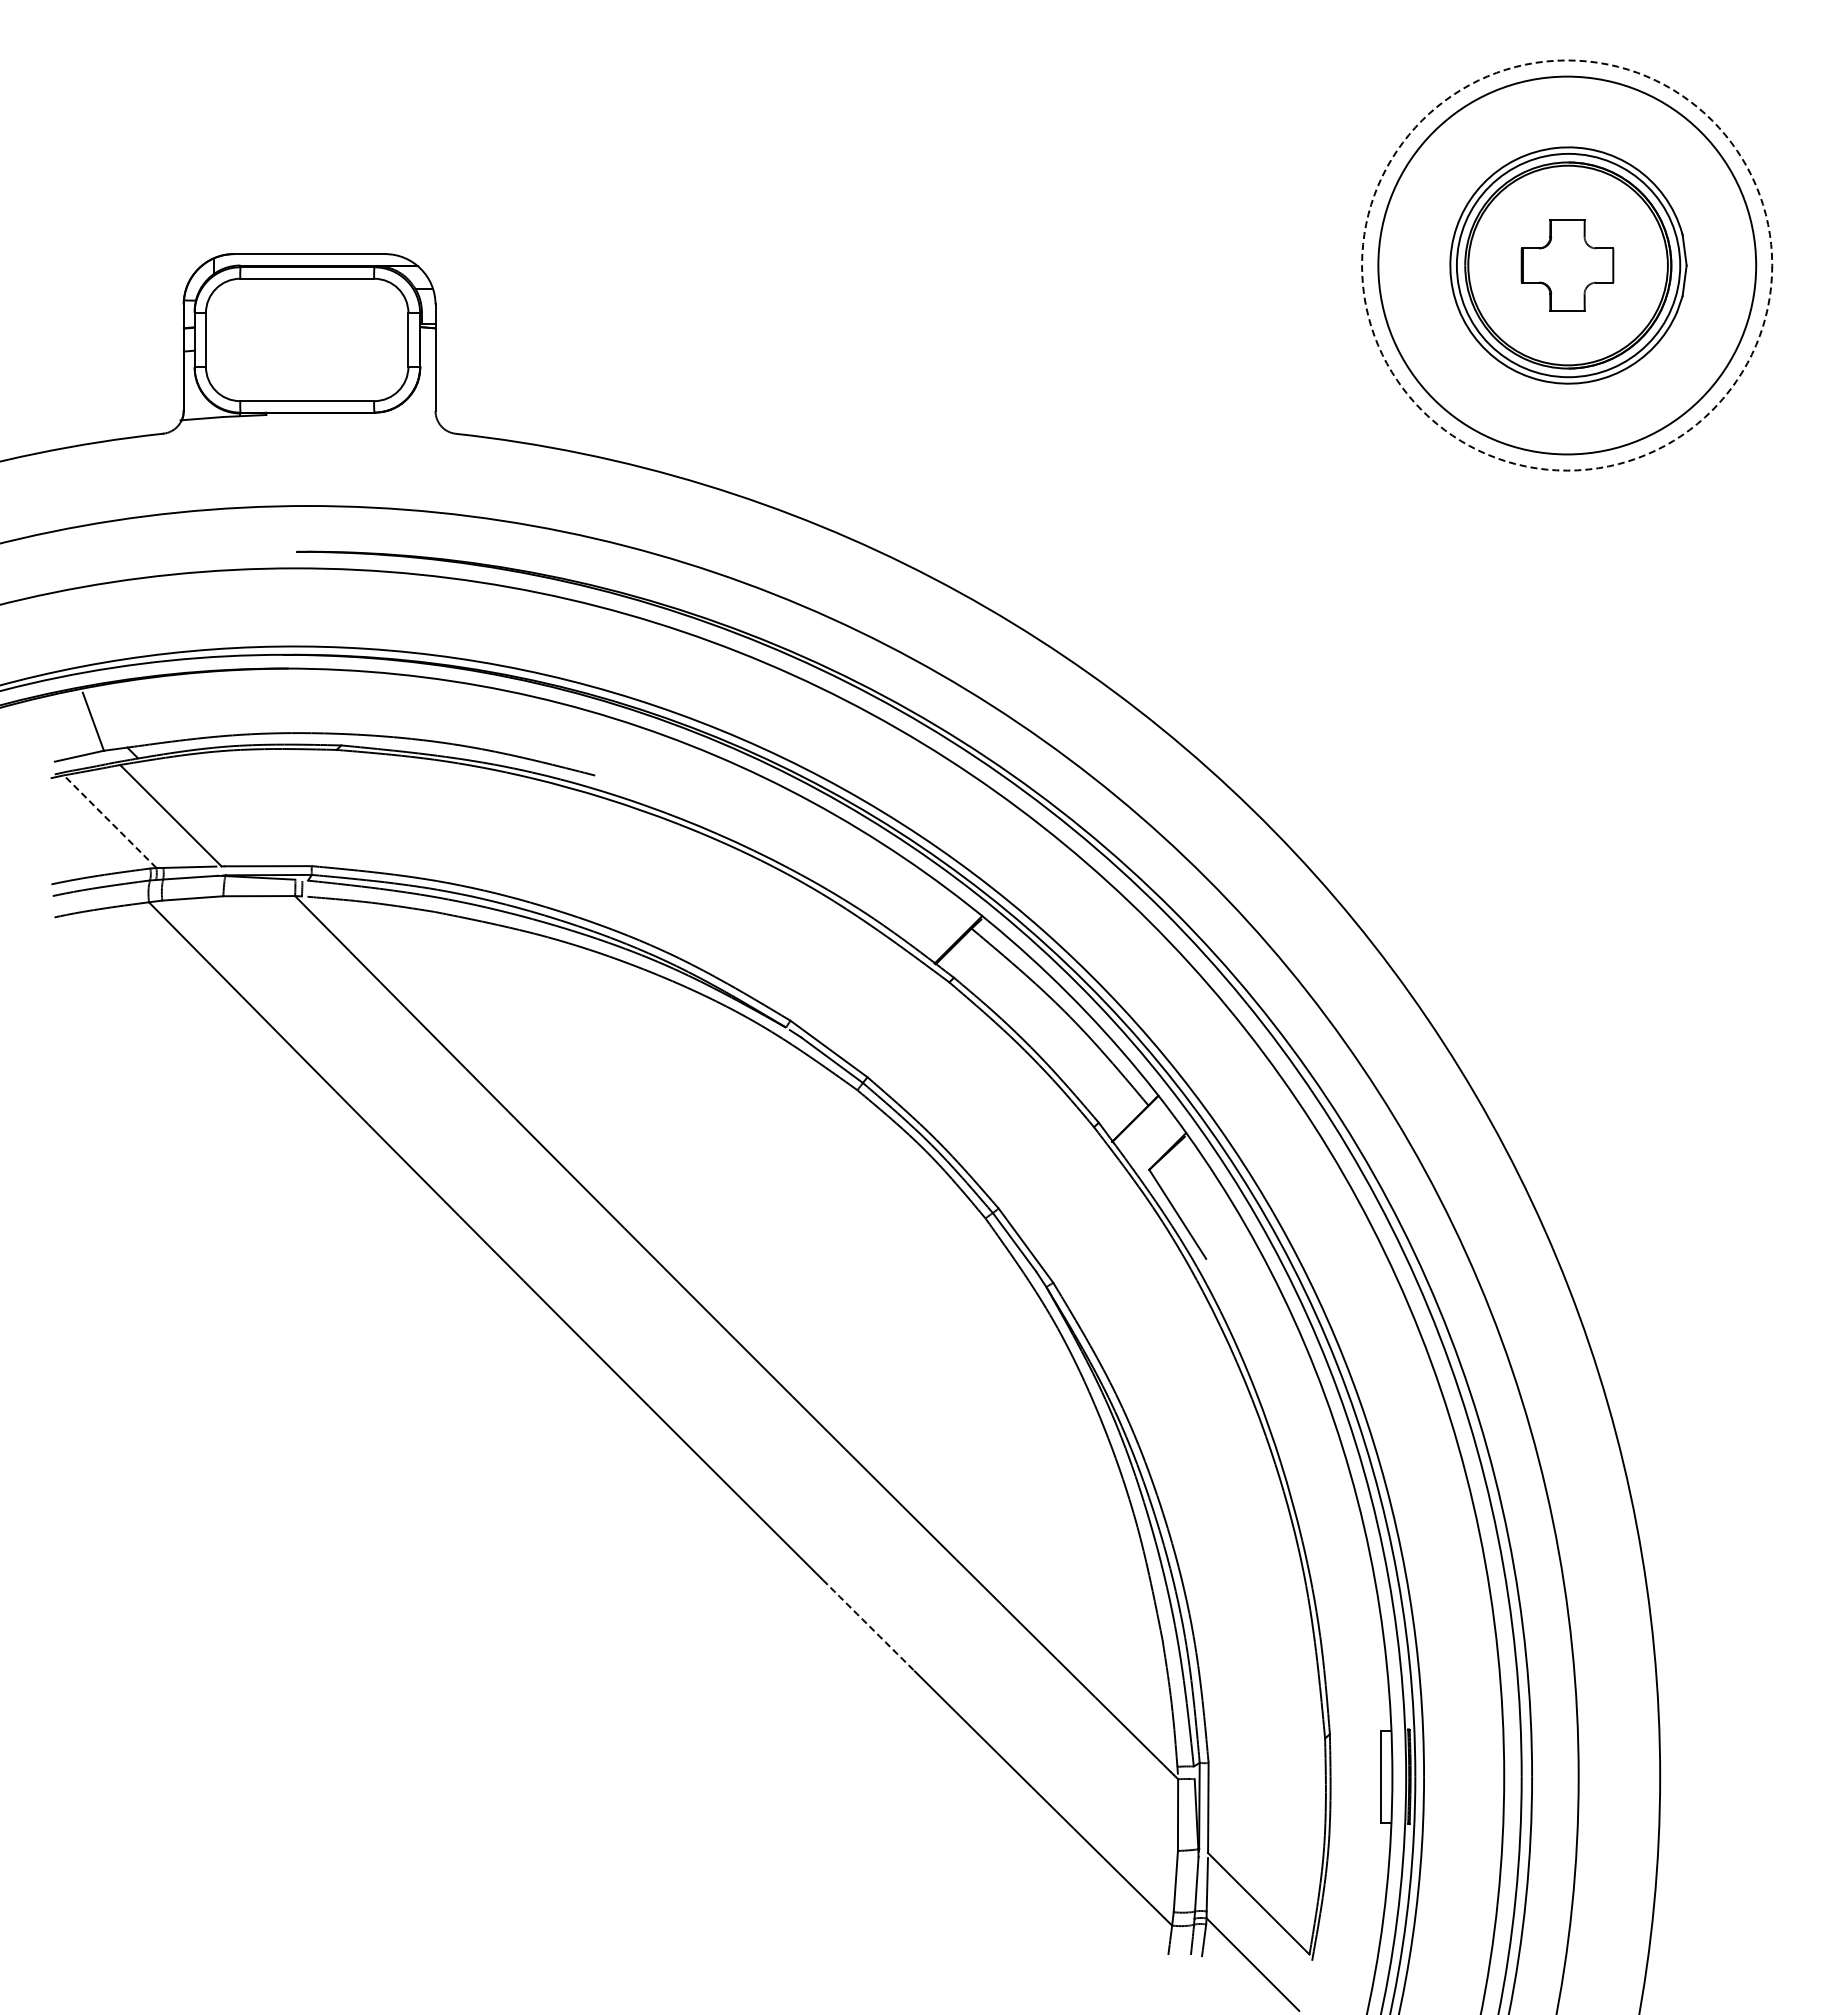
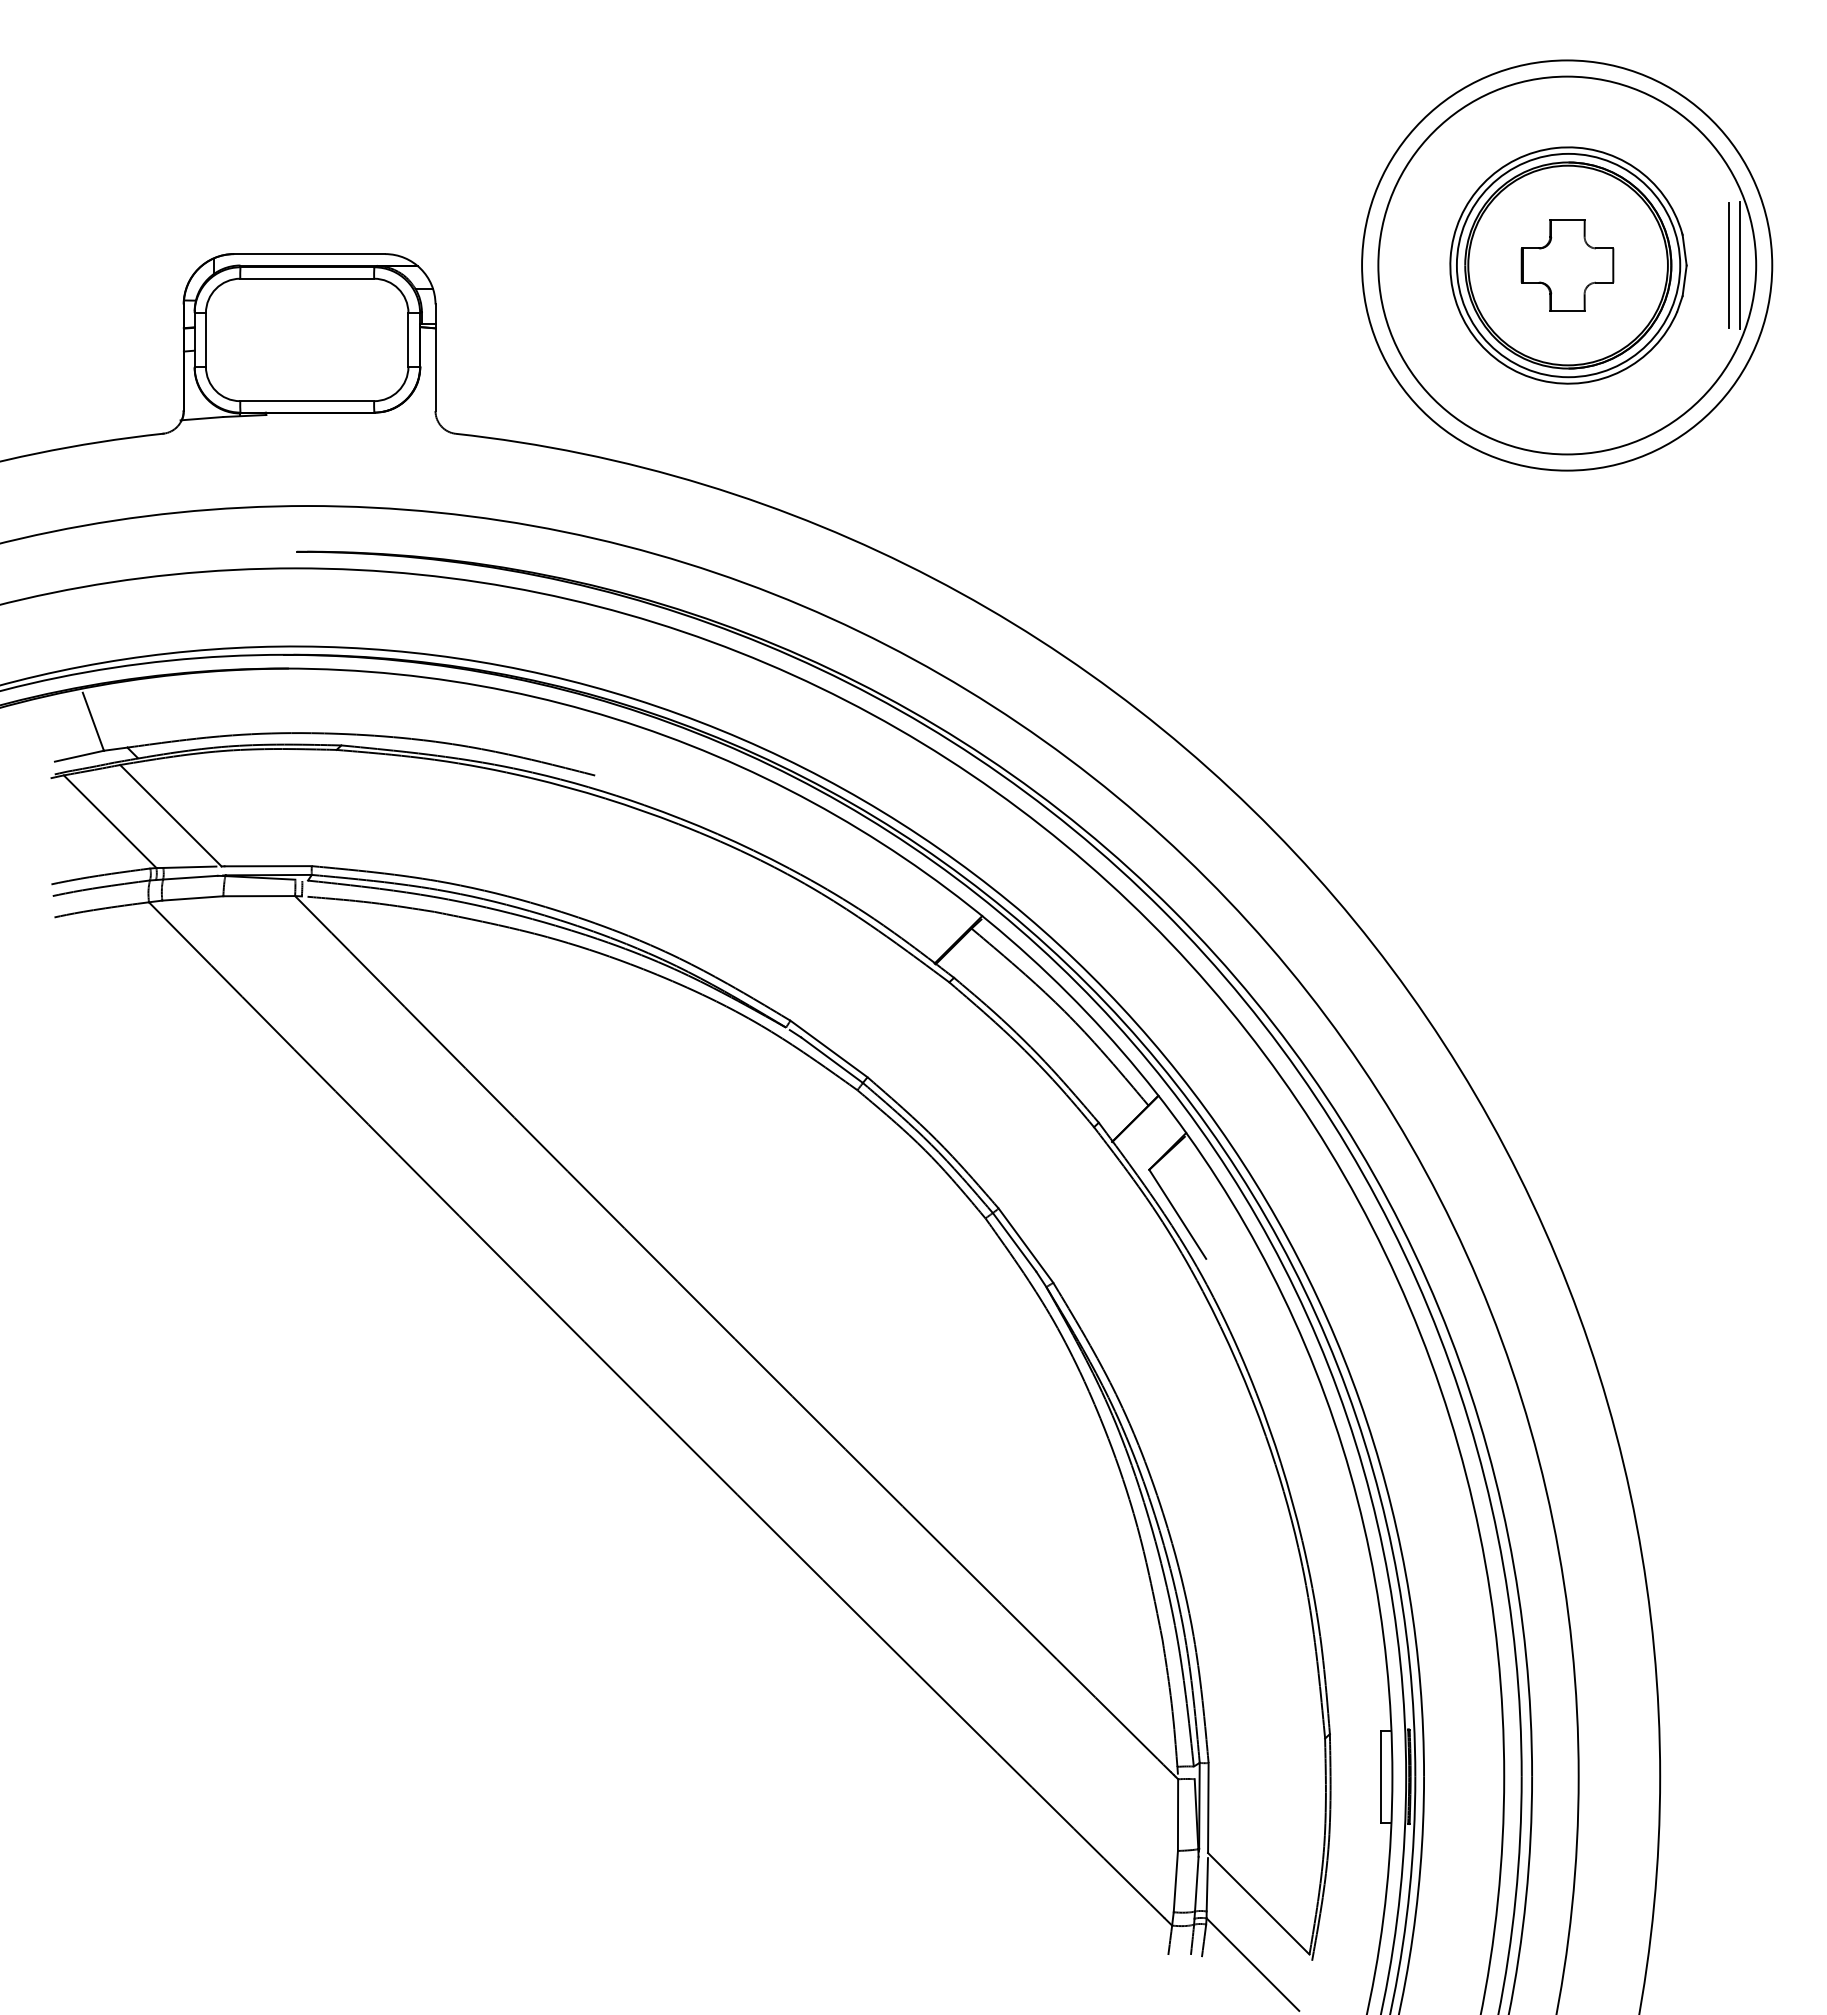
circle at (1567, 265): dashed -> solid
line at (1728, 265): none -> present
line at (1740, 265): none -> present
line at (110, 821): dashed -> solid
arc at (868, 1625): dashed -> solid
